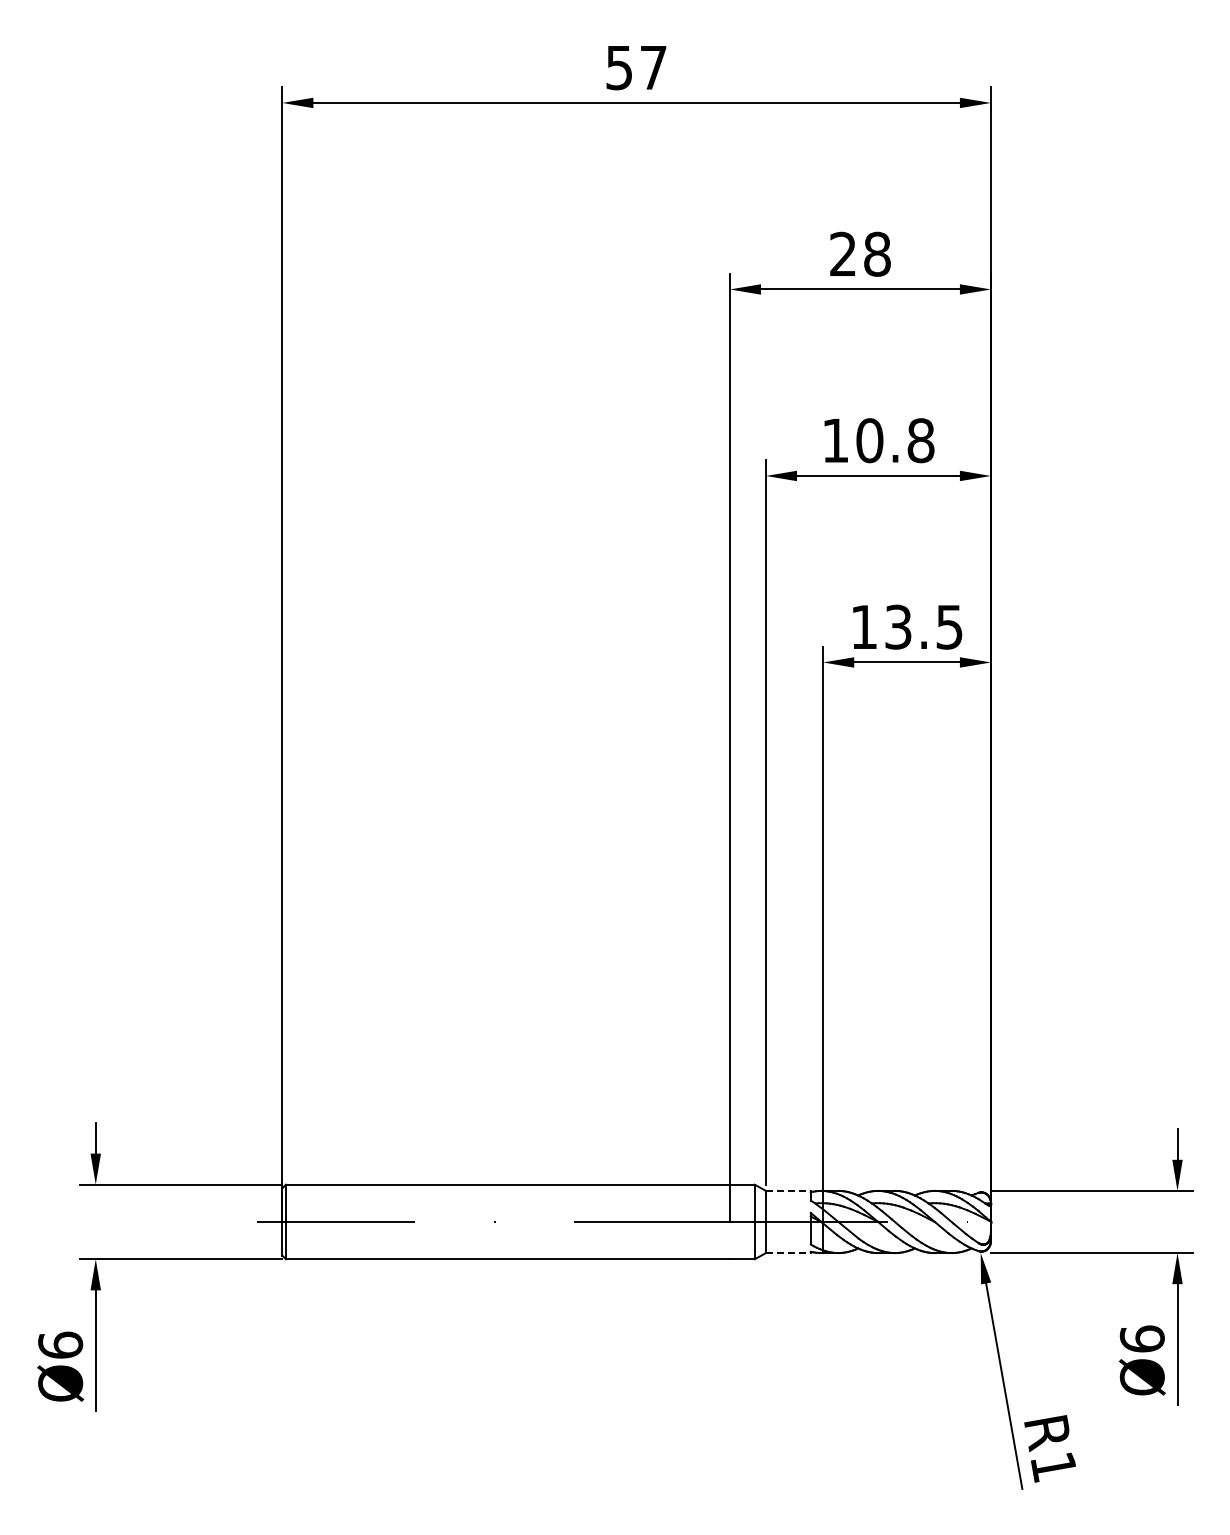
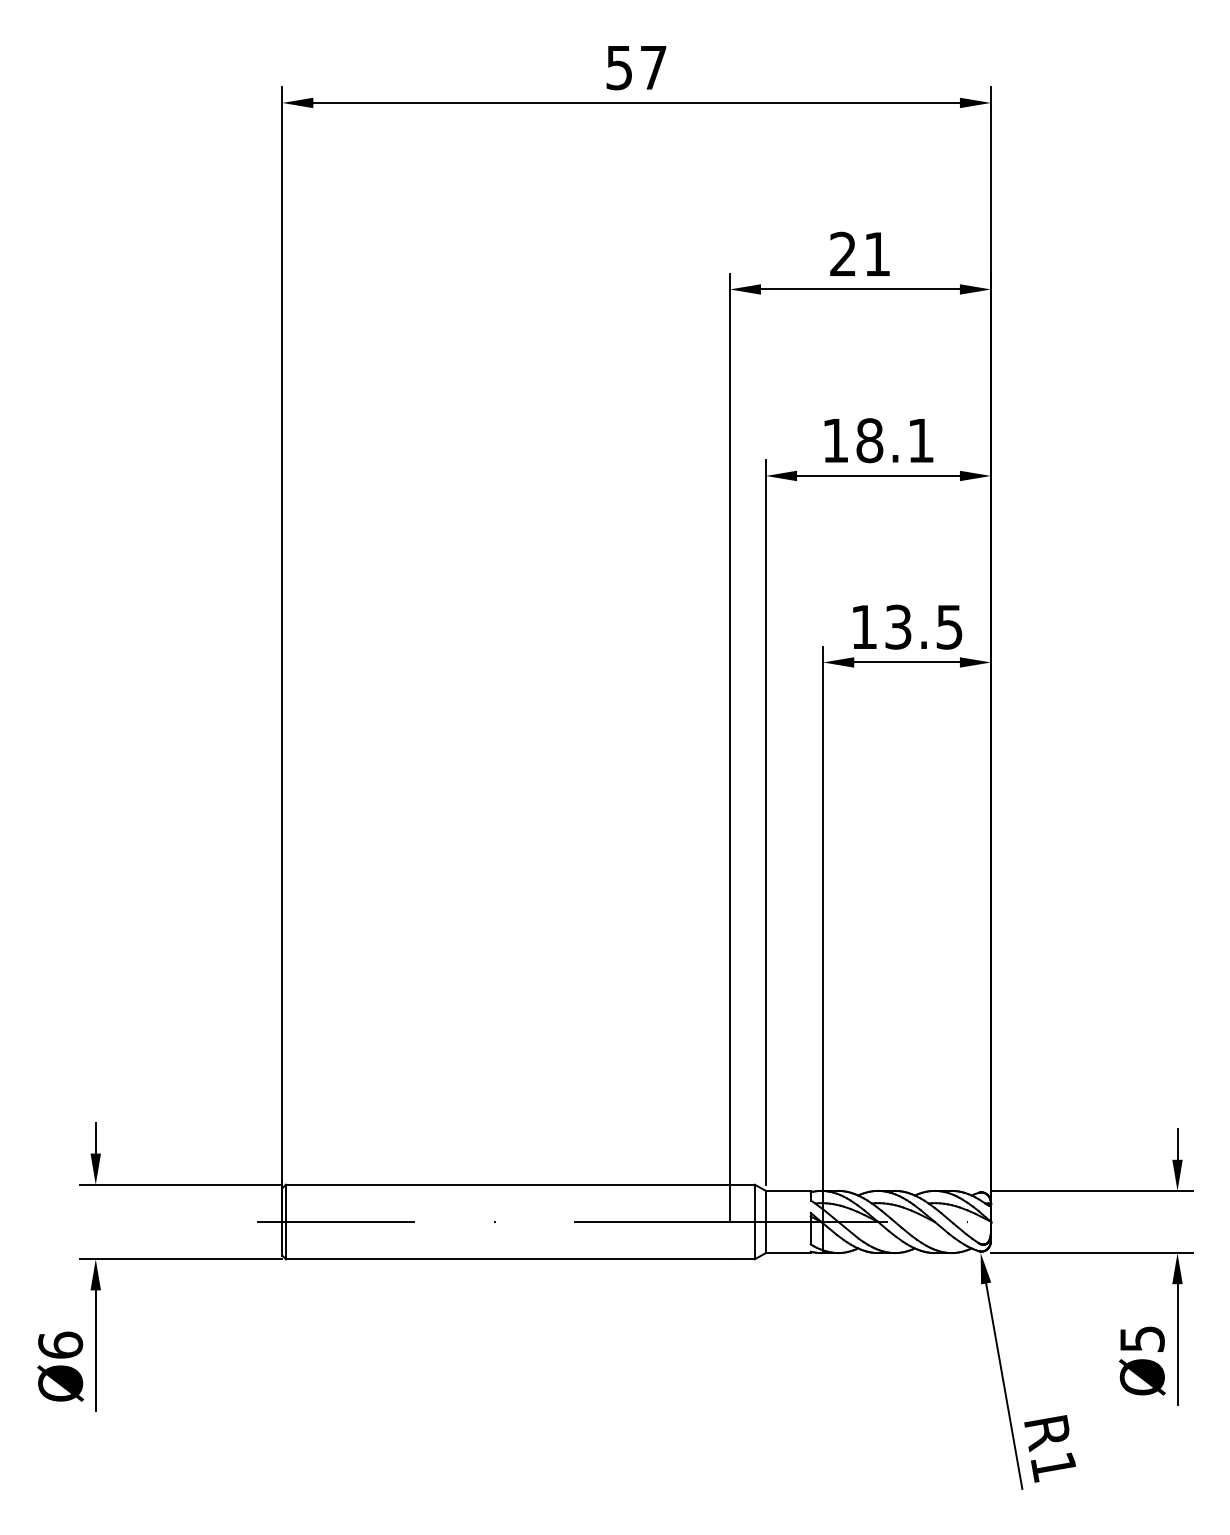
text at (877, 253): 28 -> 21
text at (895, 440): 10.8 -> 18.1
line at (788, 1190): dashed -> solid
line at (788, 1253): dashed -> solid
text at (1141, 1338): Ø6 -> Ø5
